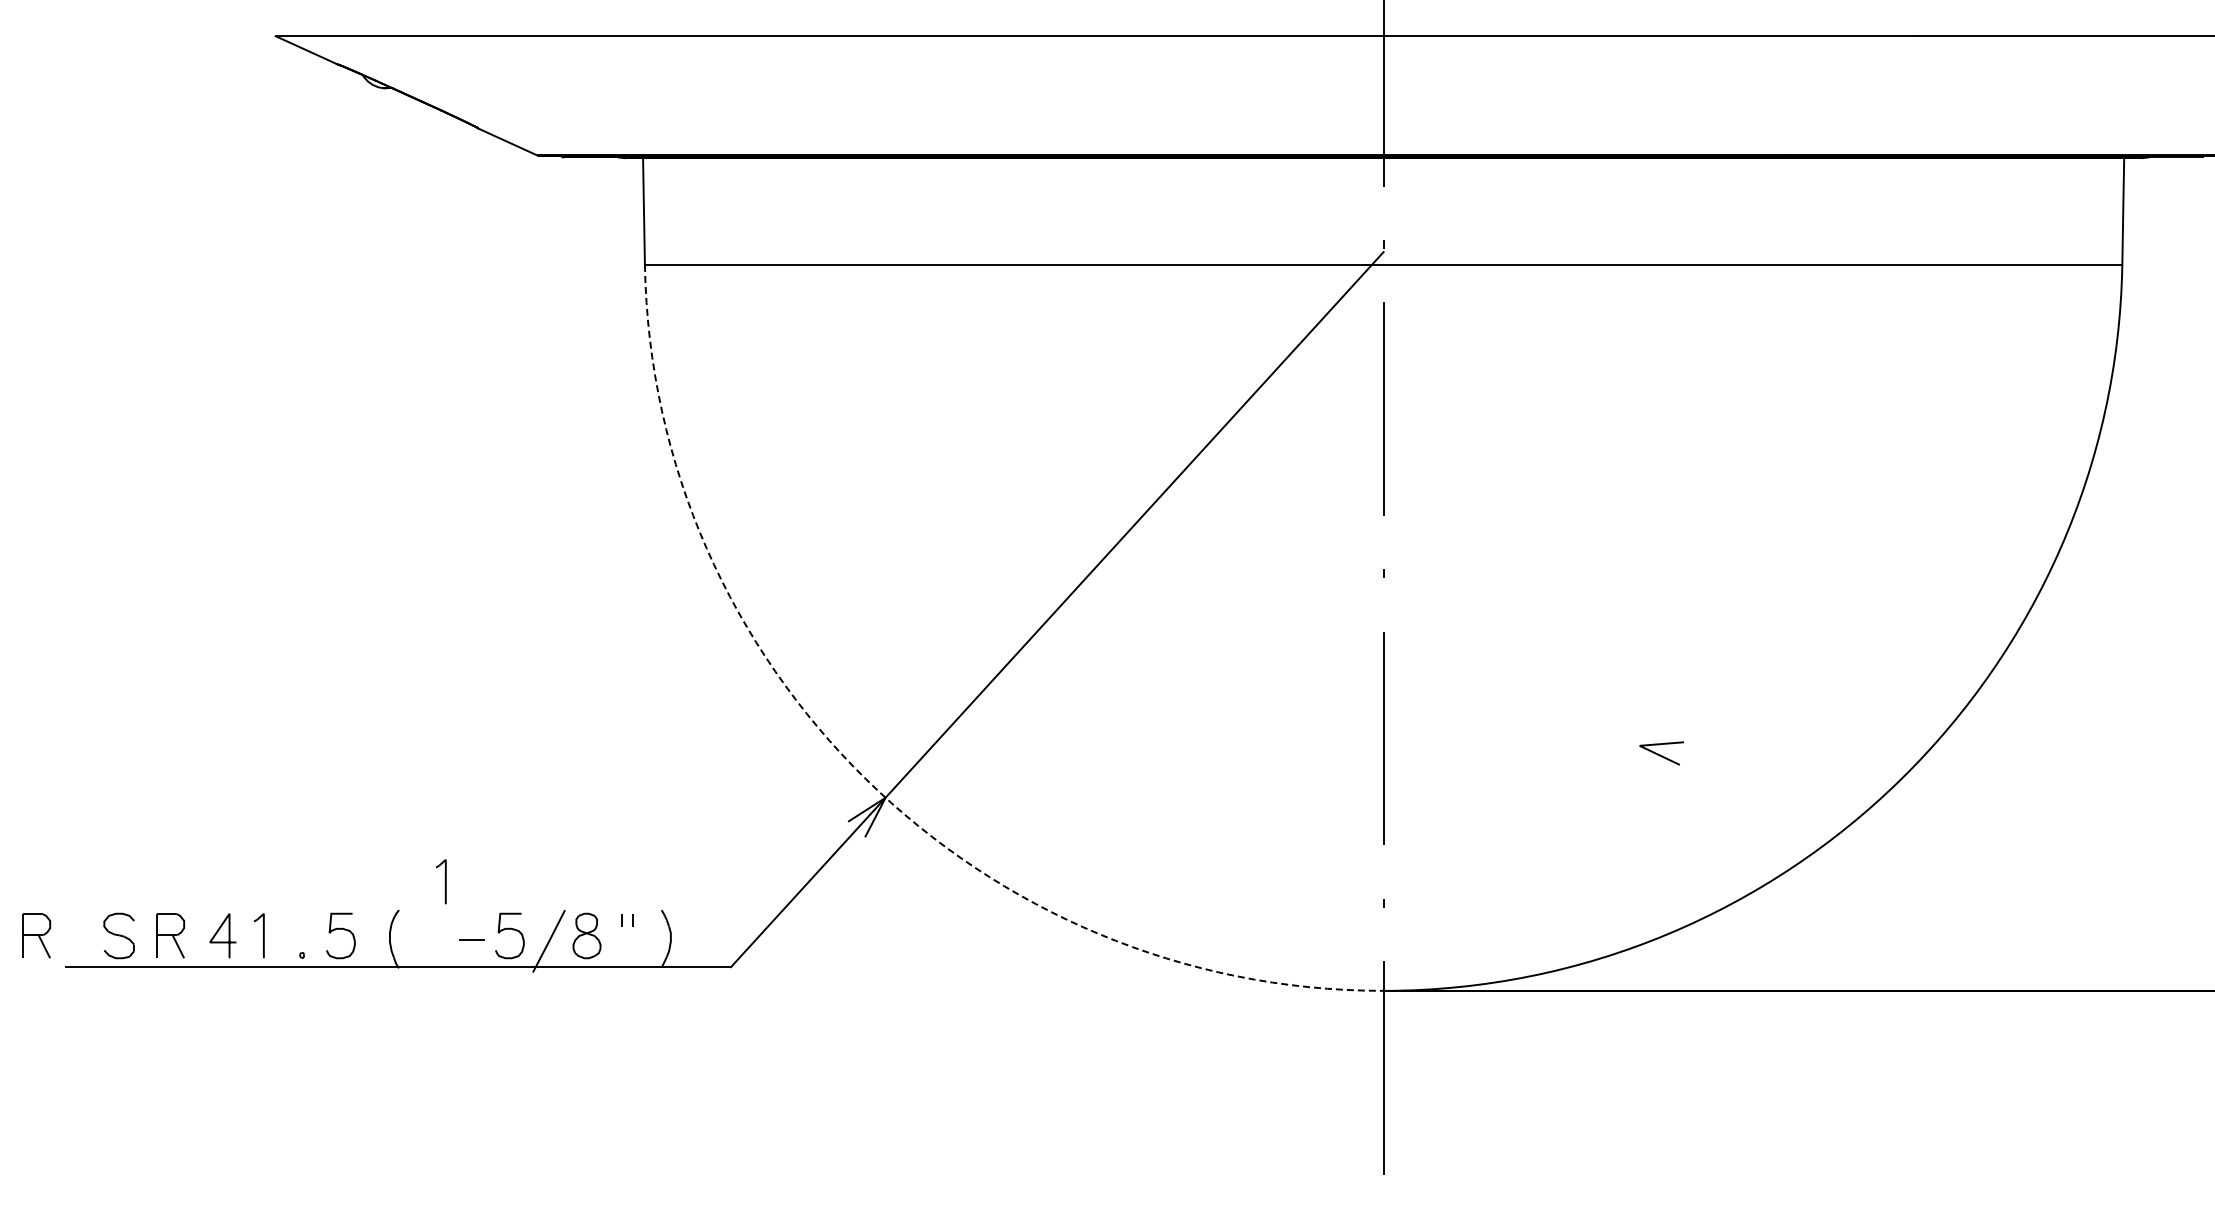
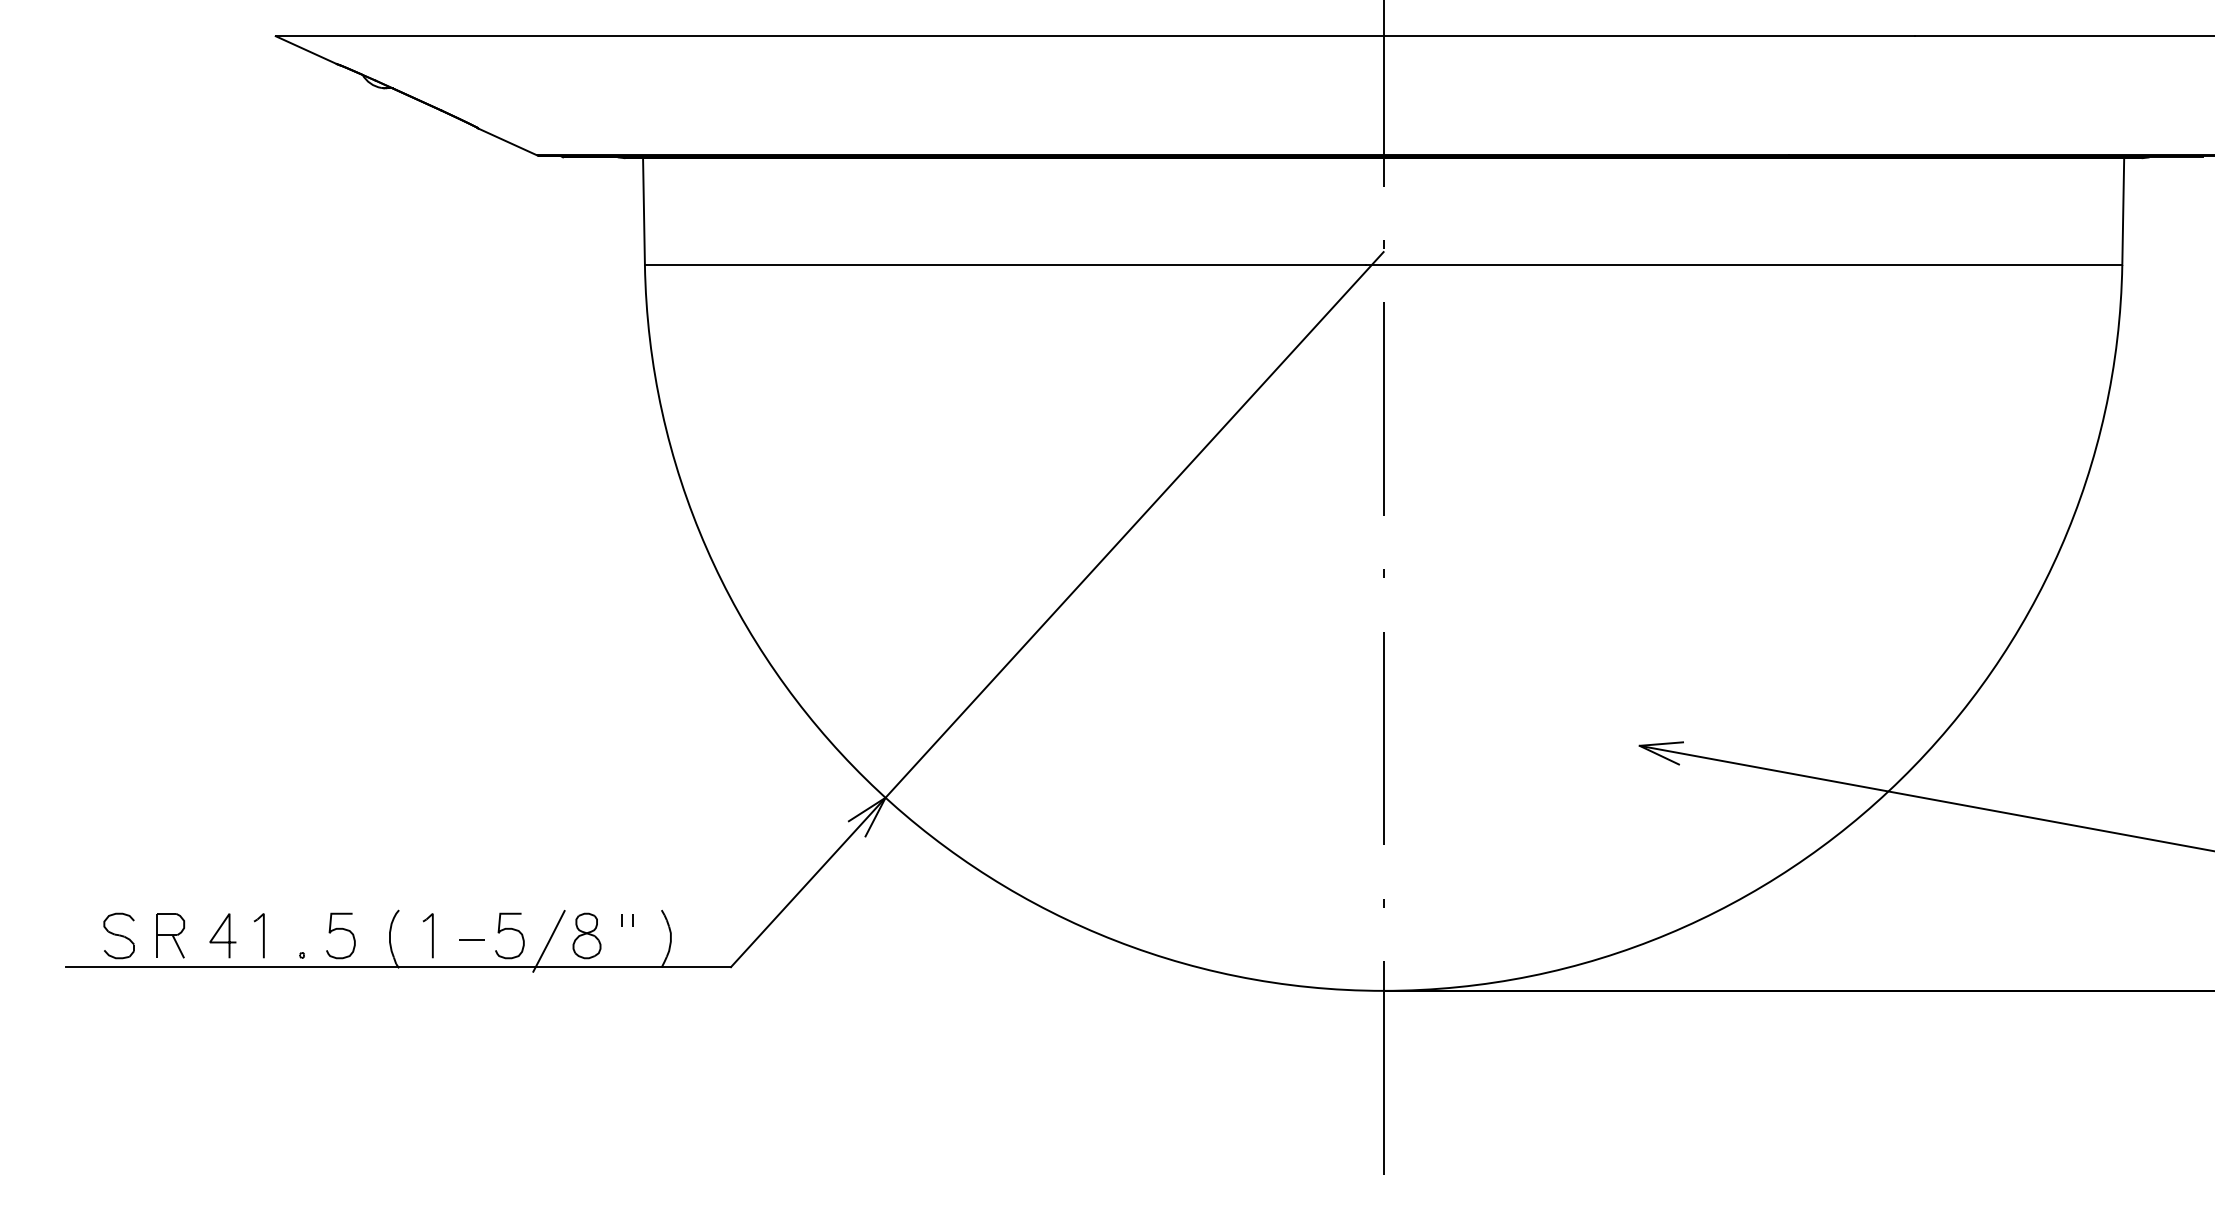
arc at (865, 779): dashed -> solid
line at (1925, 797): none -> present
part at (440, 881) position: (440, 881) -> (427, 935)
part at (36, 935): present -> none
